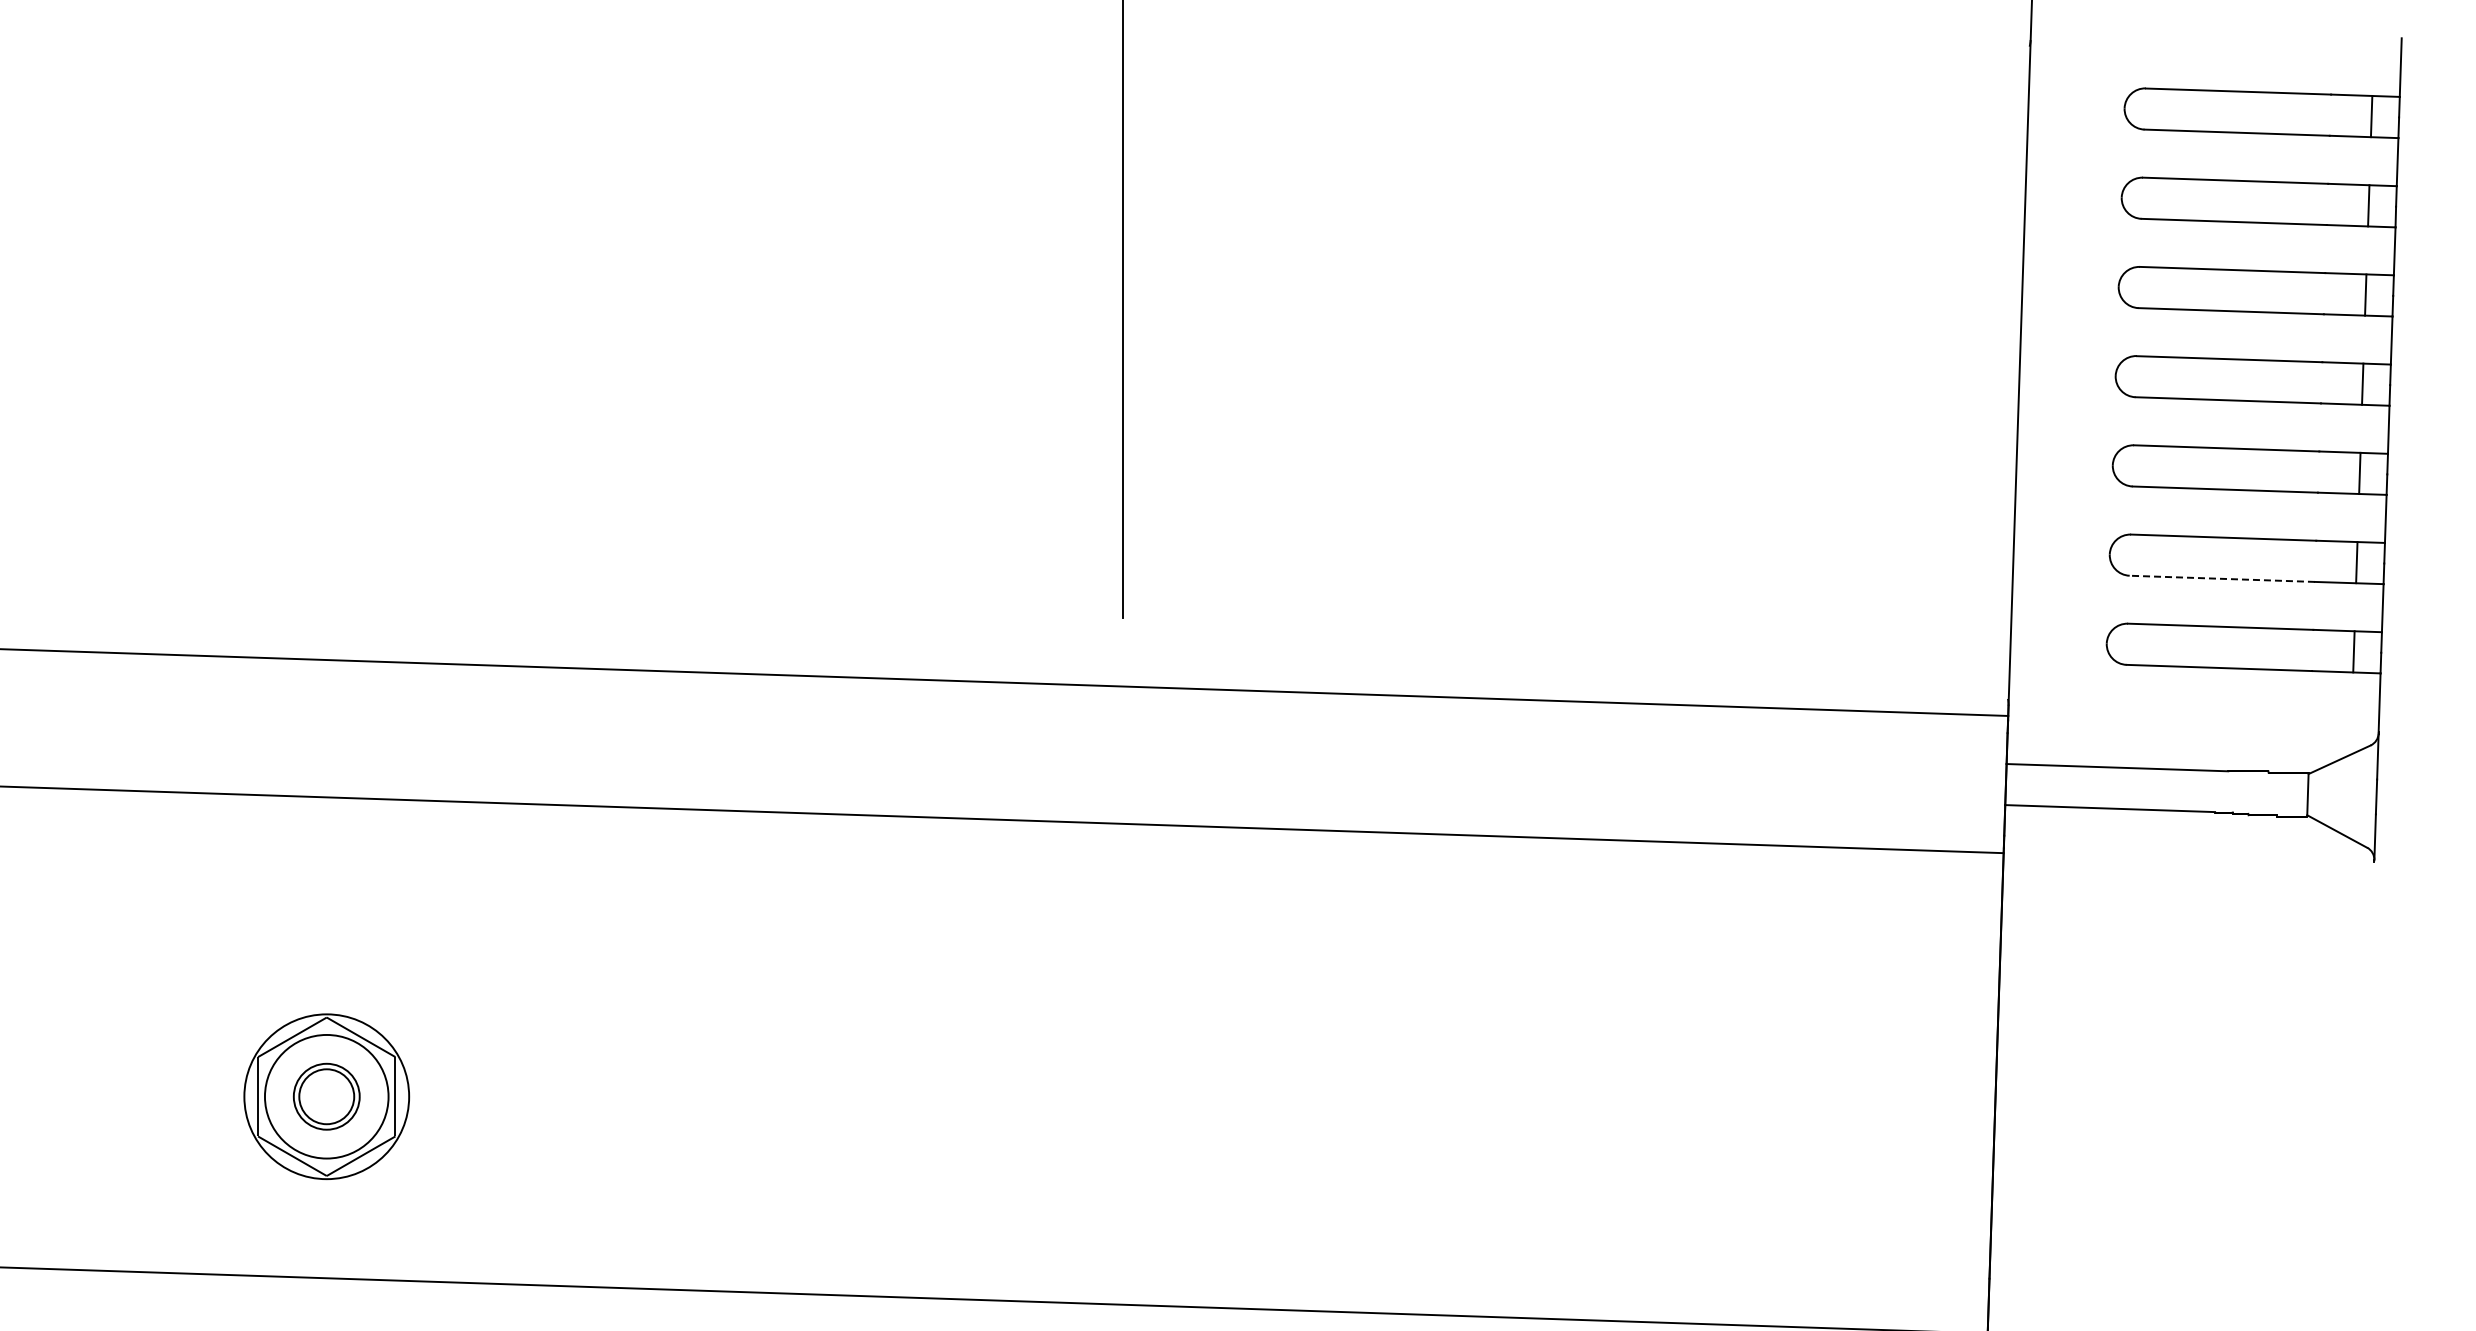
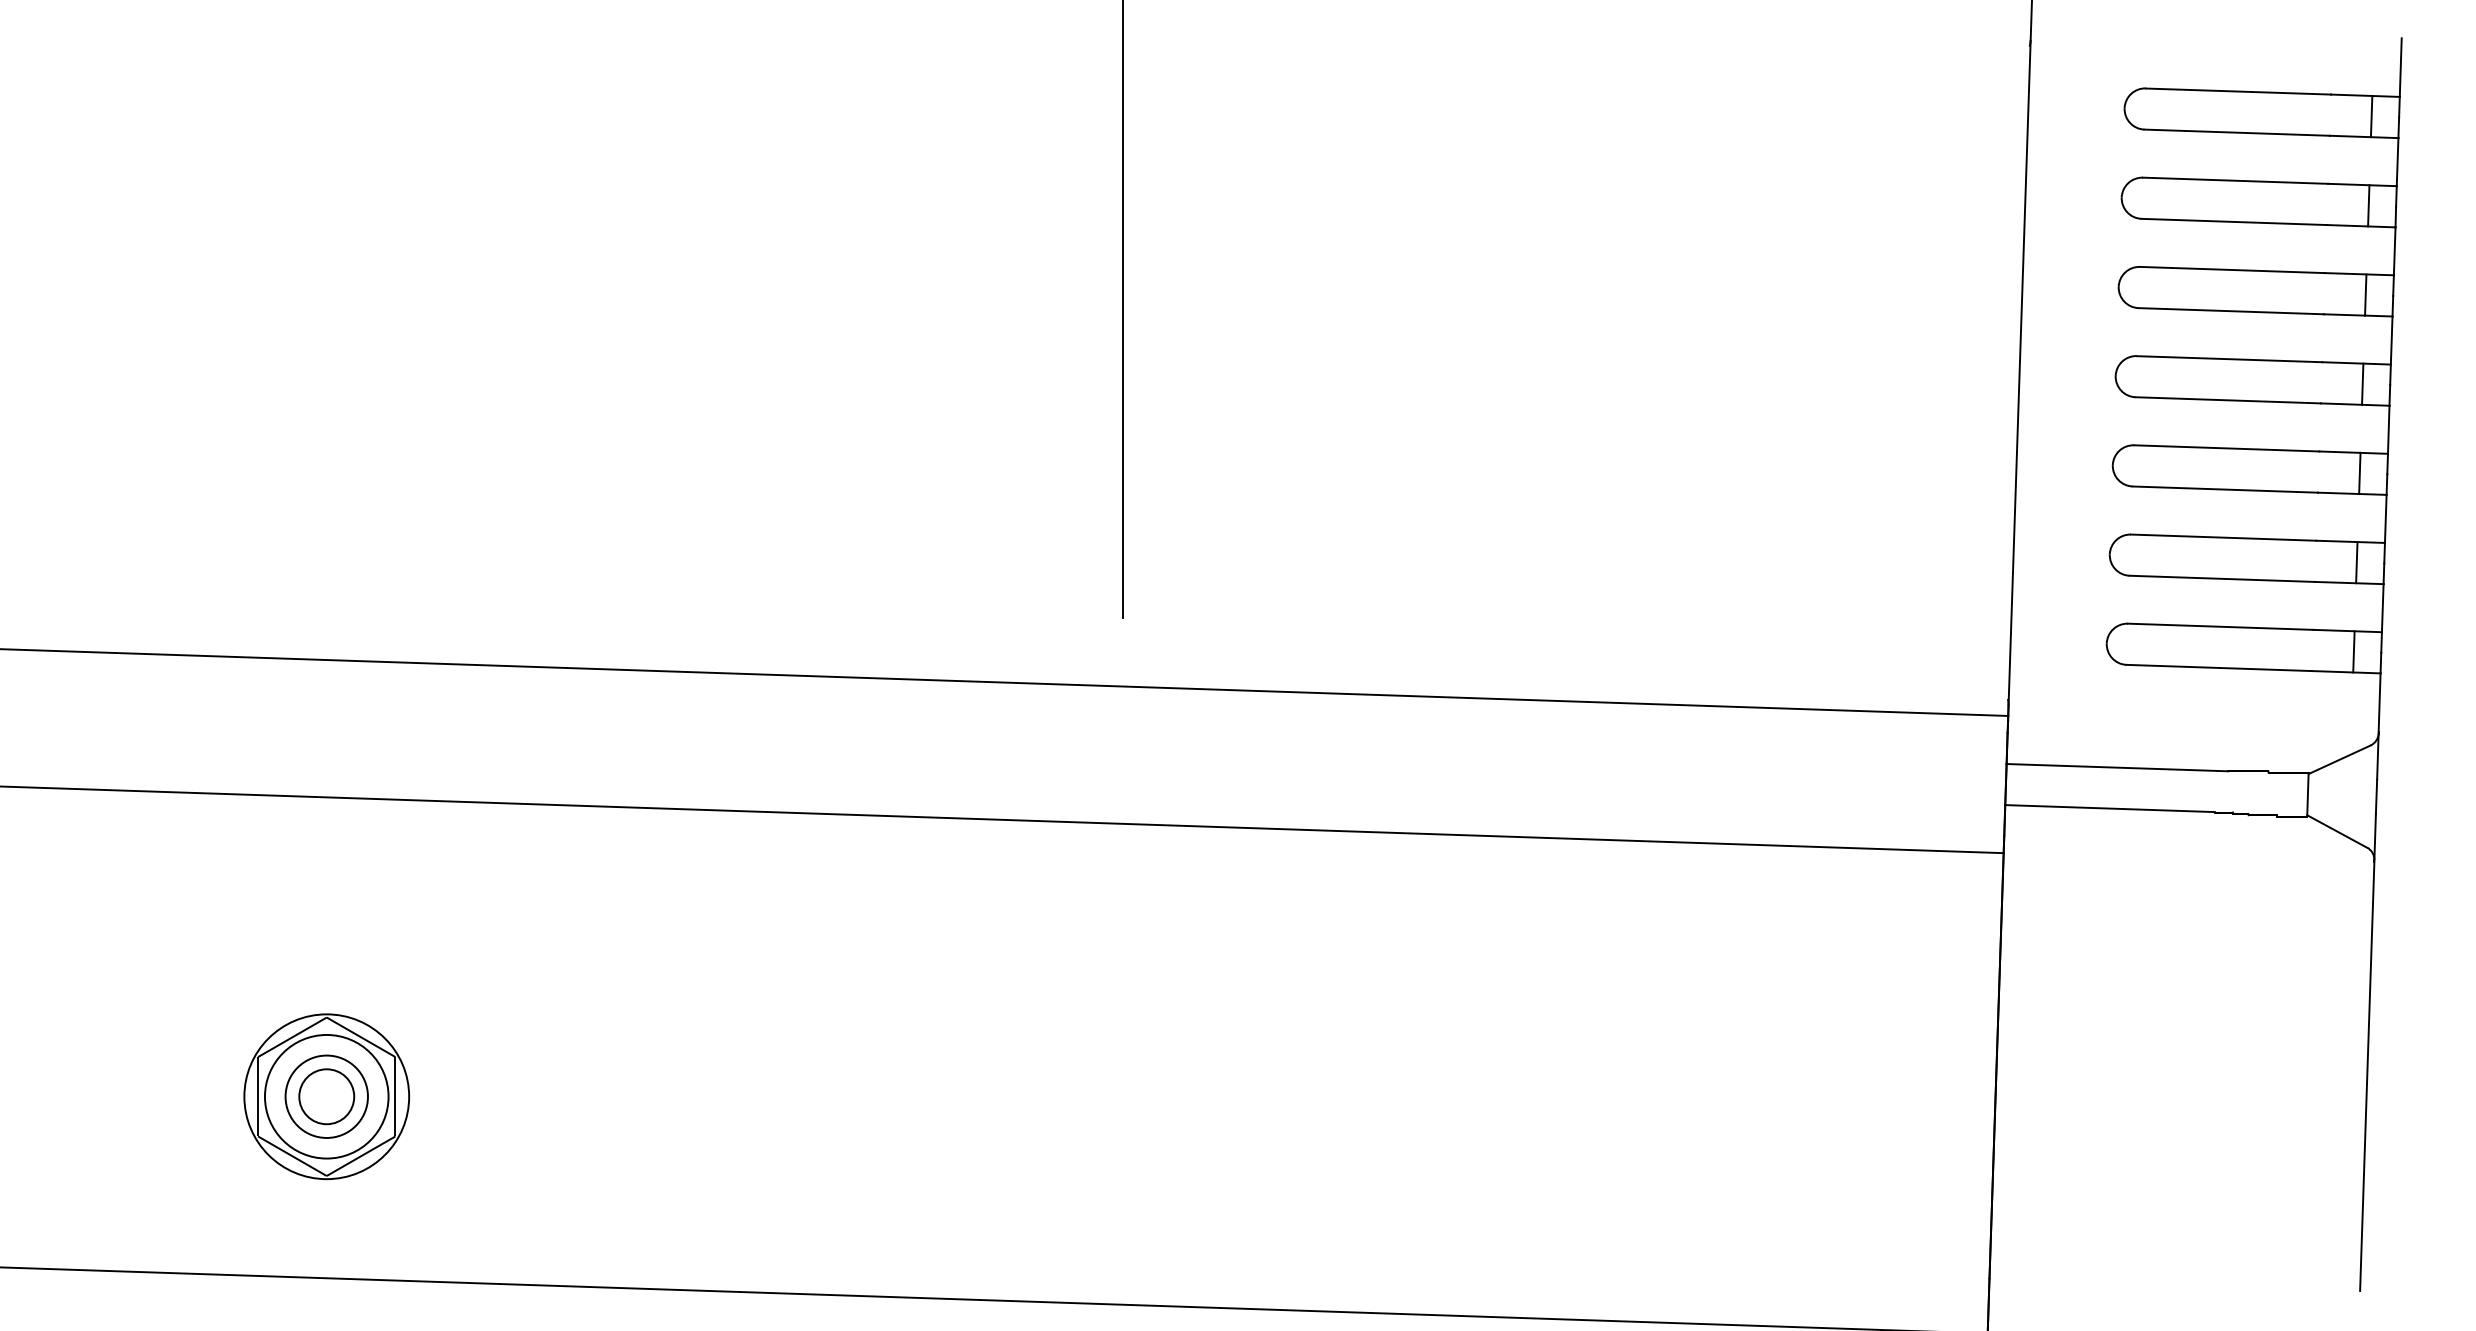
line at (2222, 578): dashed -> solid
line at (2367, 1075): none -> present
circle at (326, 1096) diameter: 66 px -> 82 px
